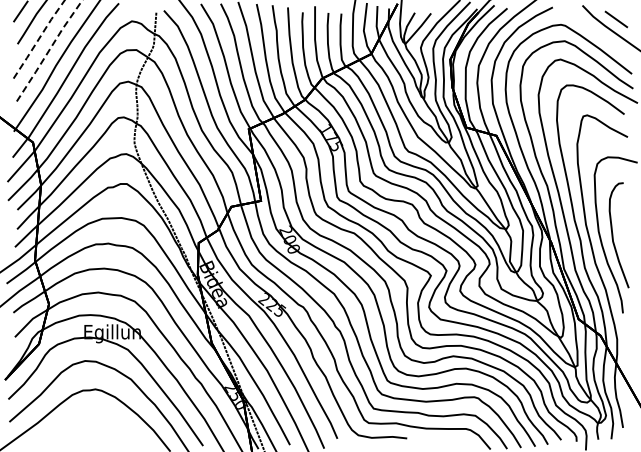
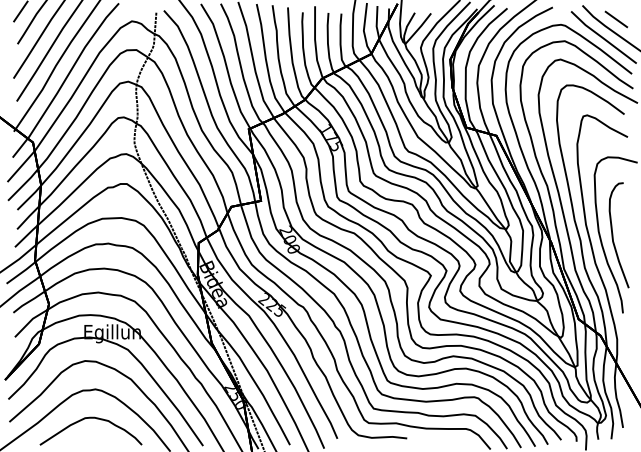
line at (603, 37): none -> present
line at (38, 39): dashed -> solid
line at (49, 50): dashed -> solid
curve at (90, 418): none -> present
